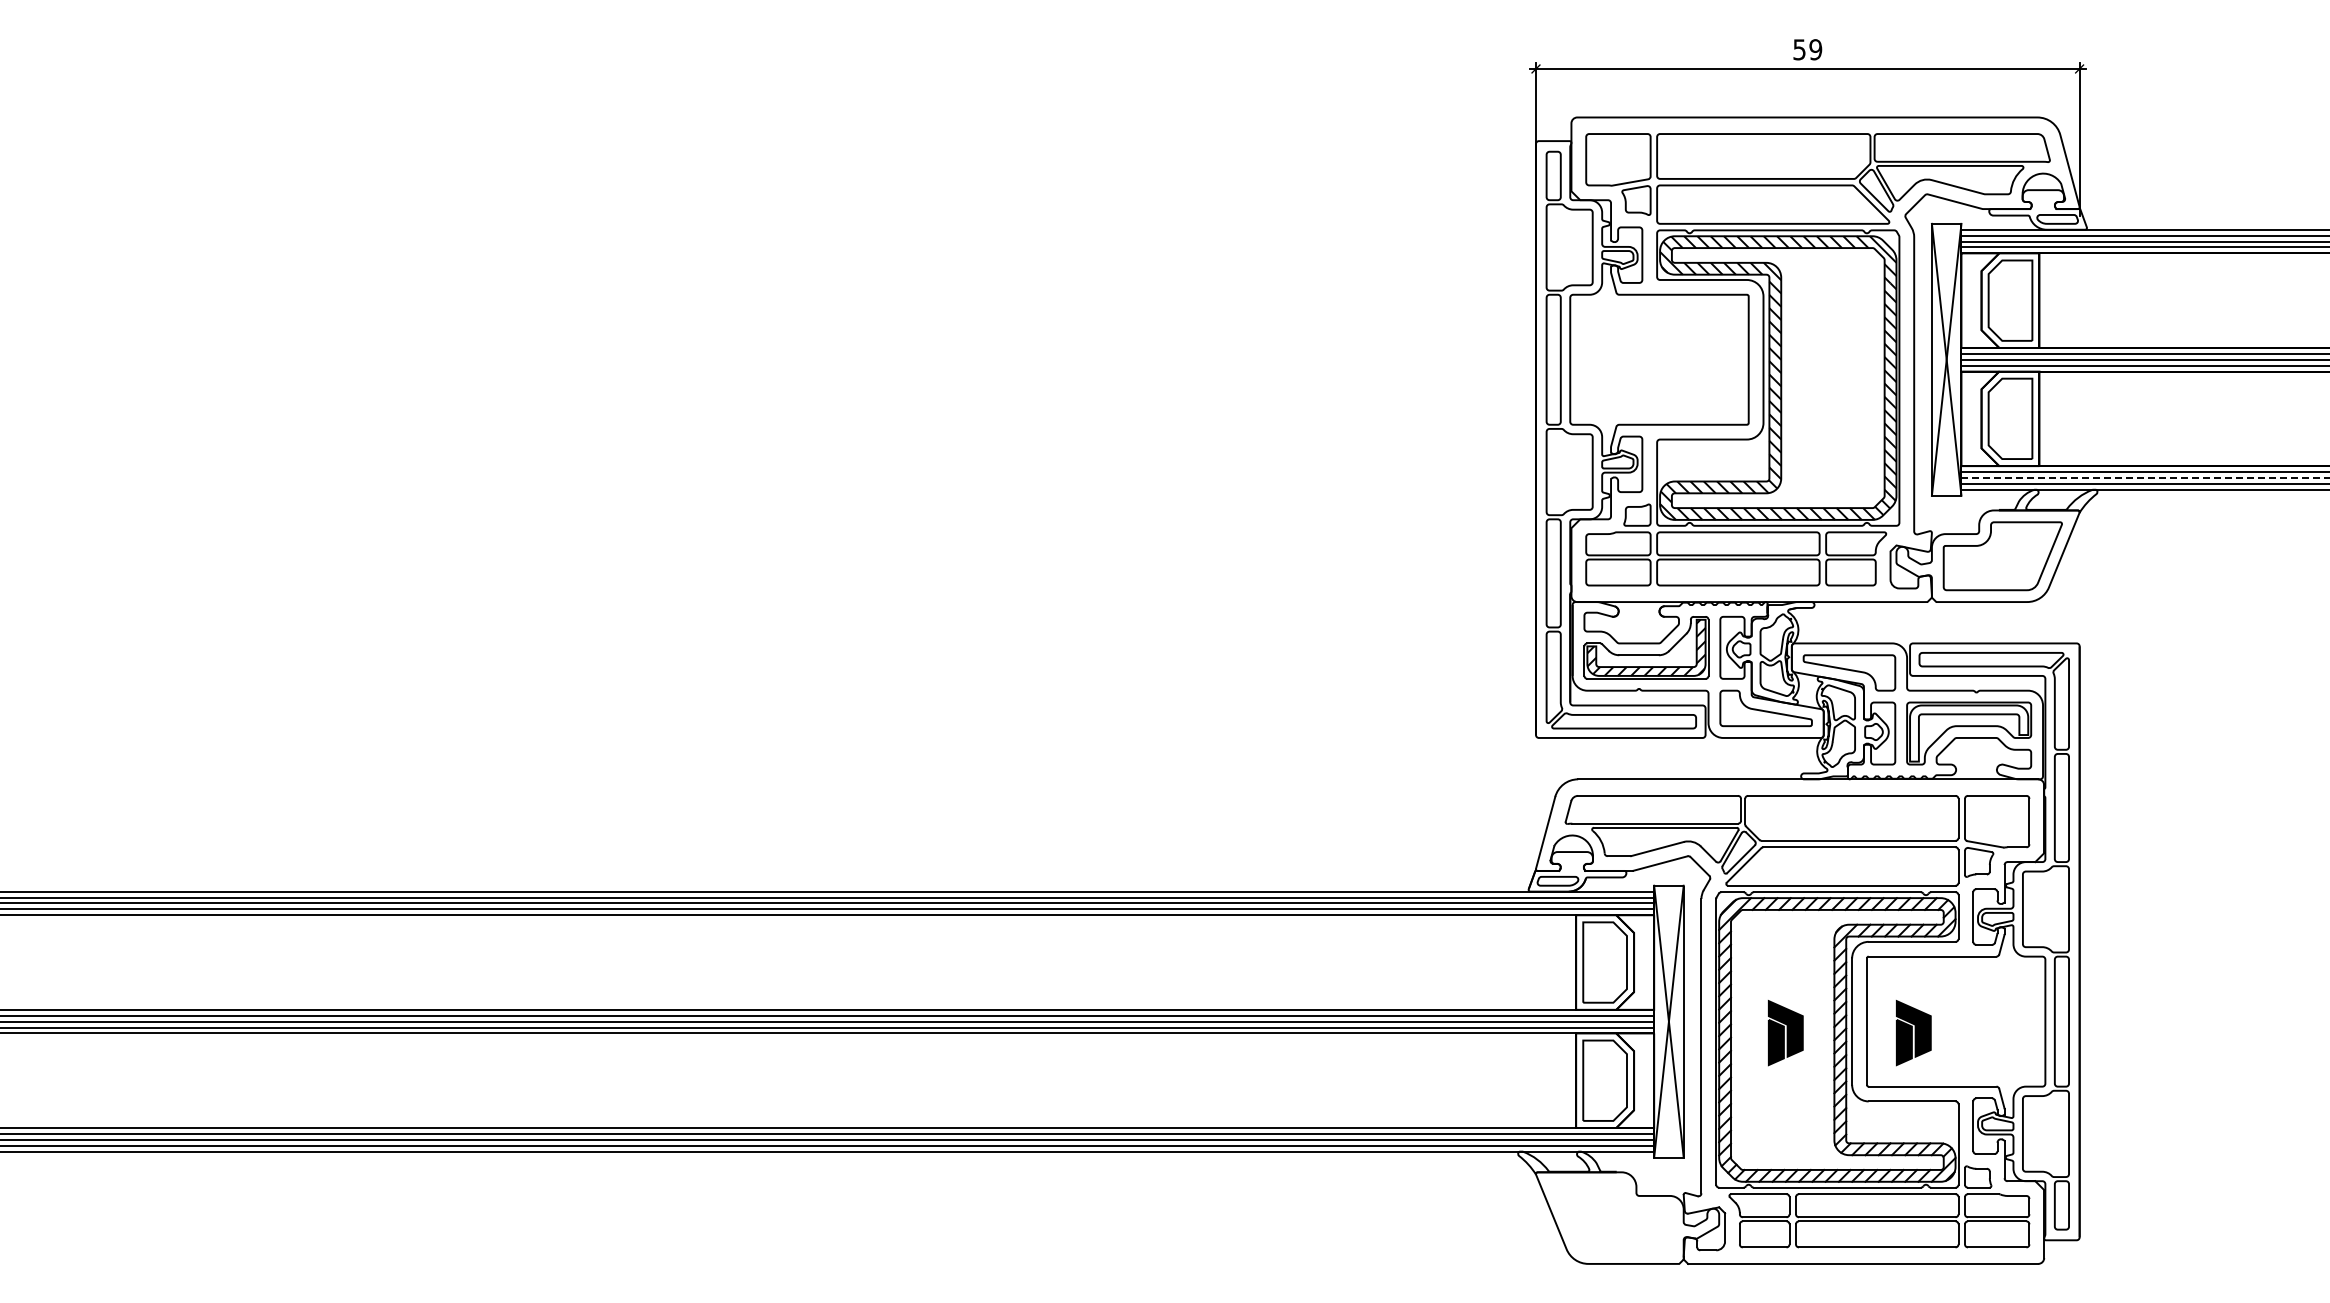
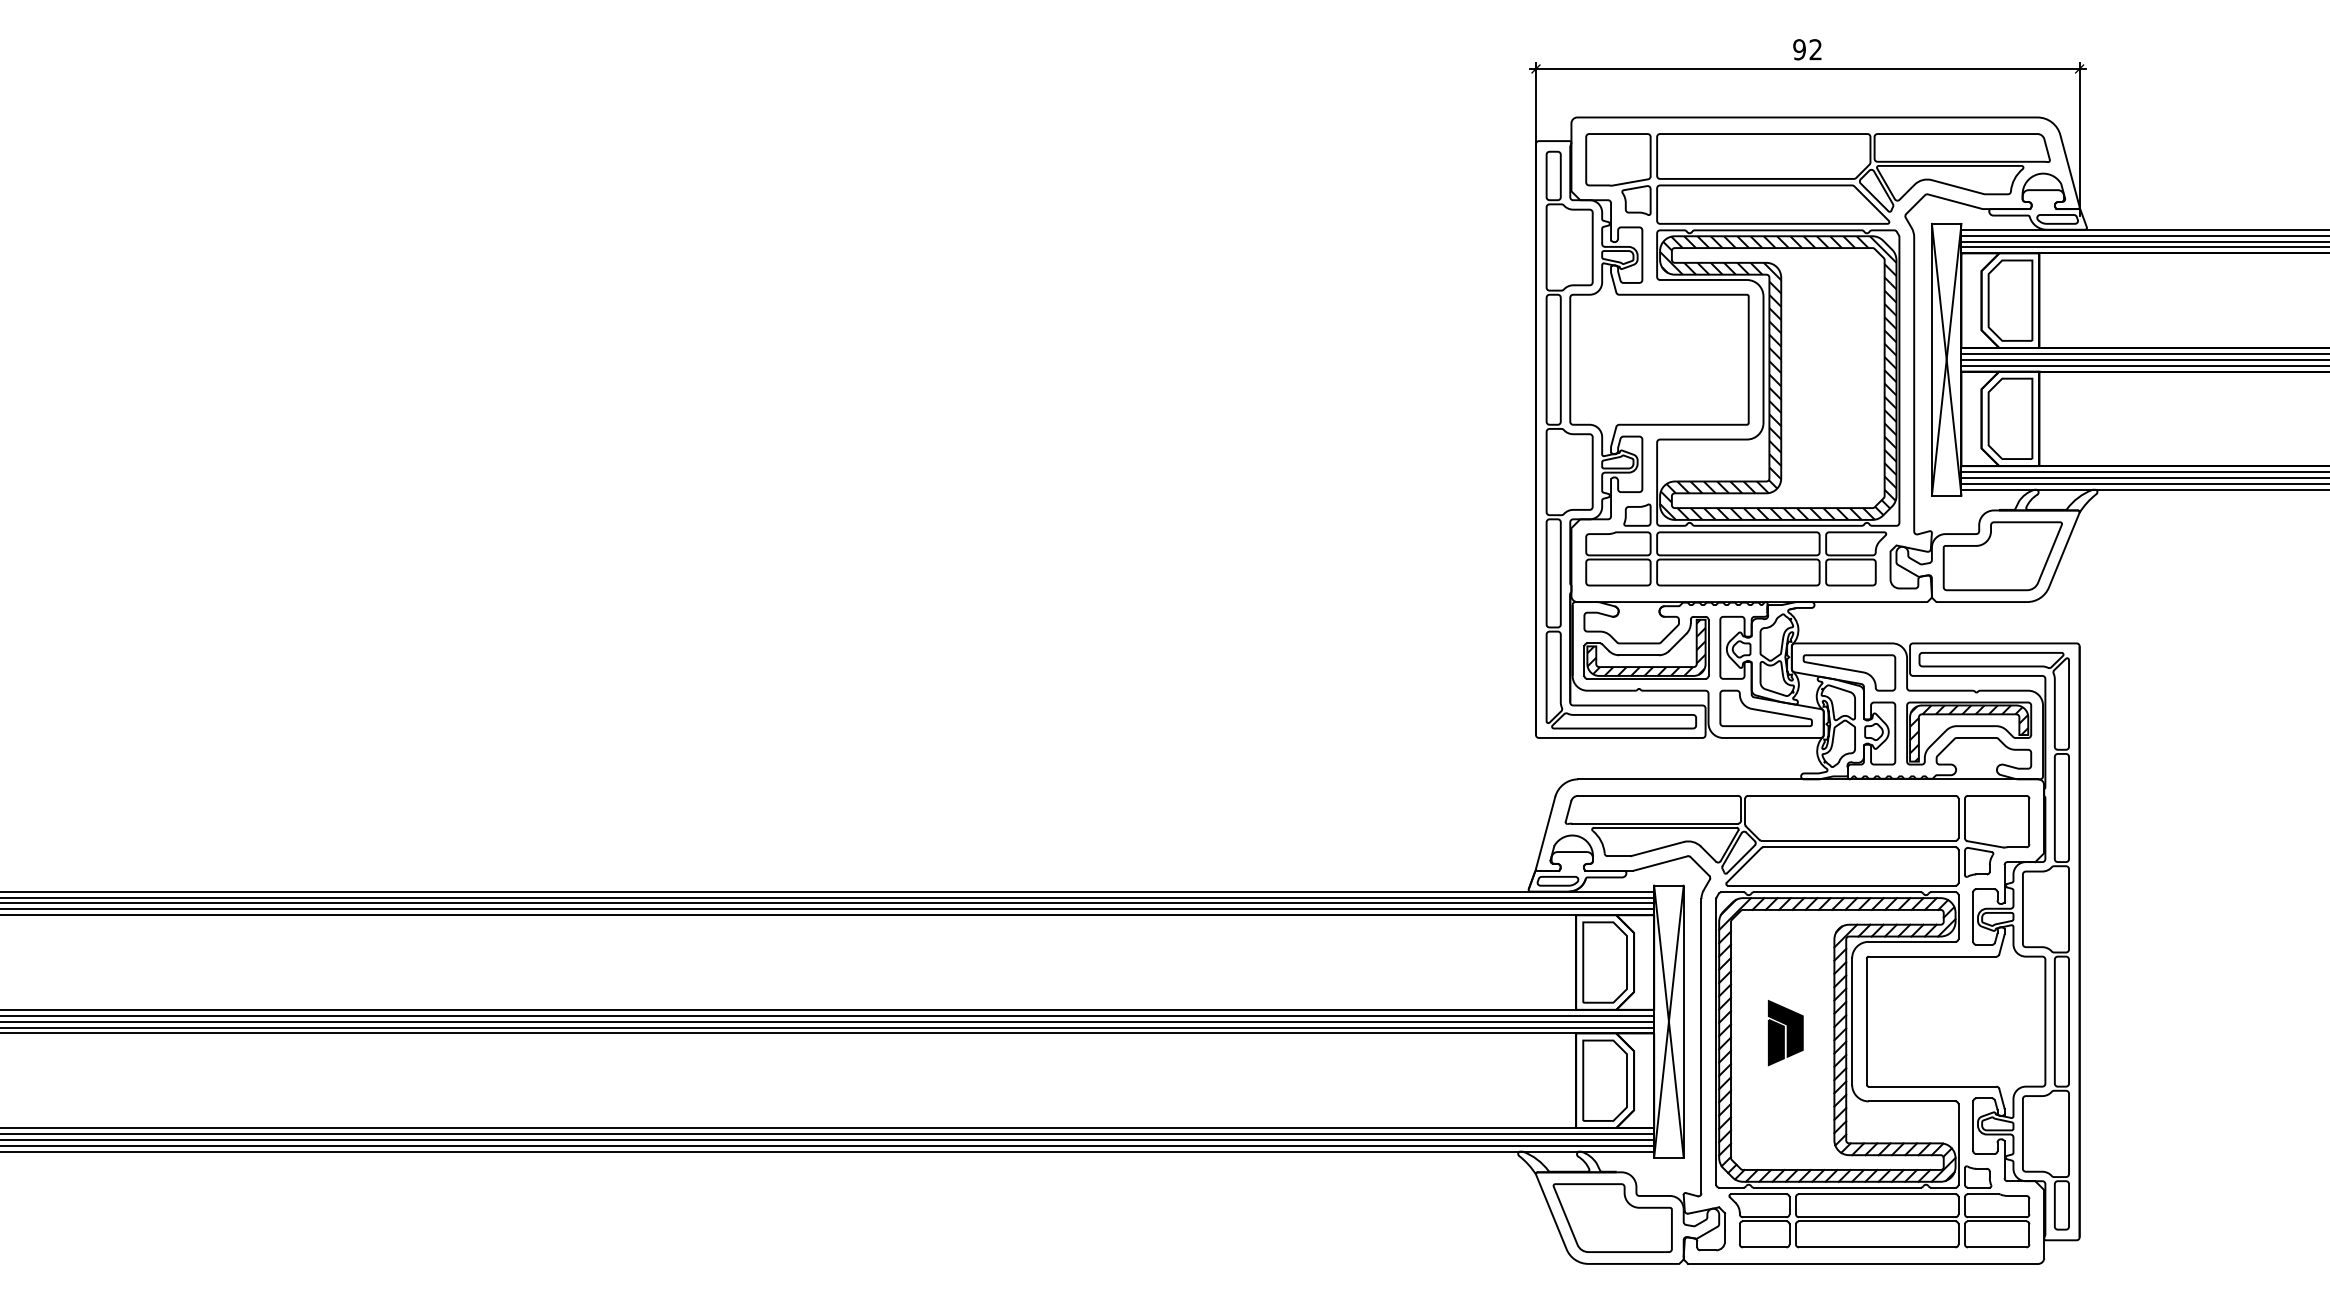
text at (1807, 49): 59 -> 92
line at (2145, 477): dashed -> solid
hatch at (1969, 733): none -> present
part at (1913, 1033): present -> none
part at (1612, 1217): none -> present
